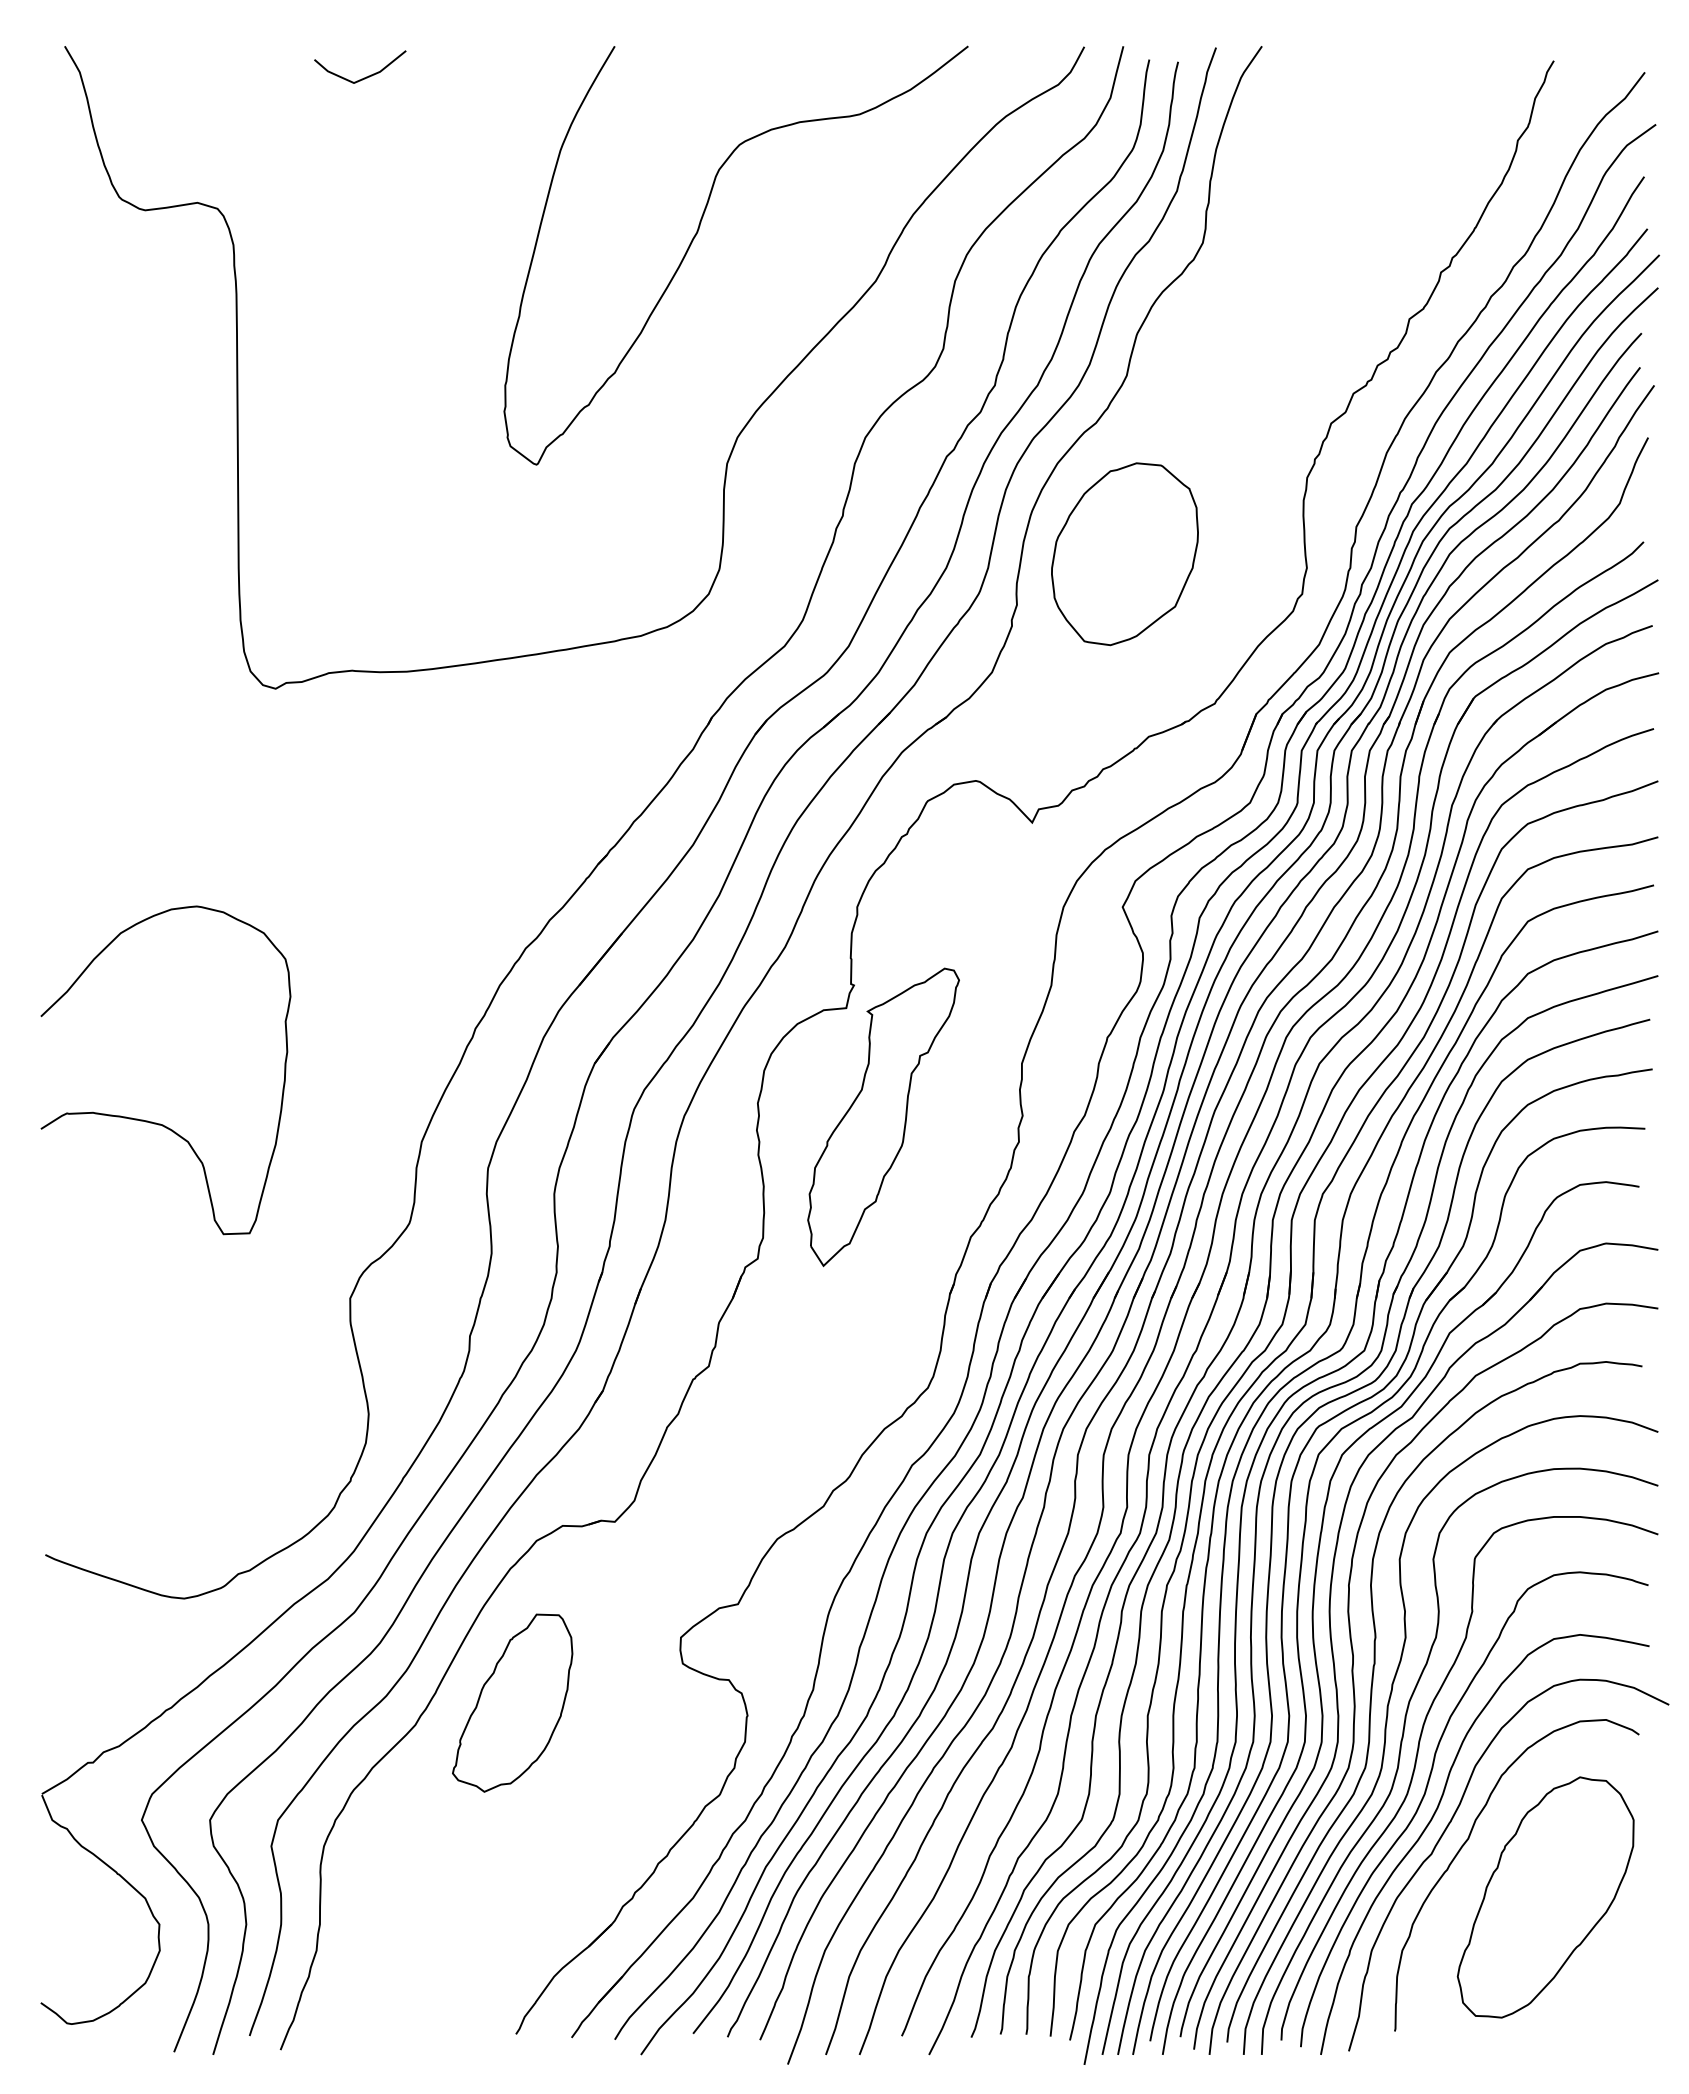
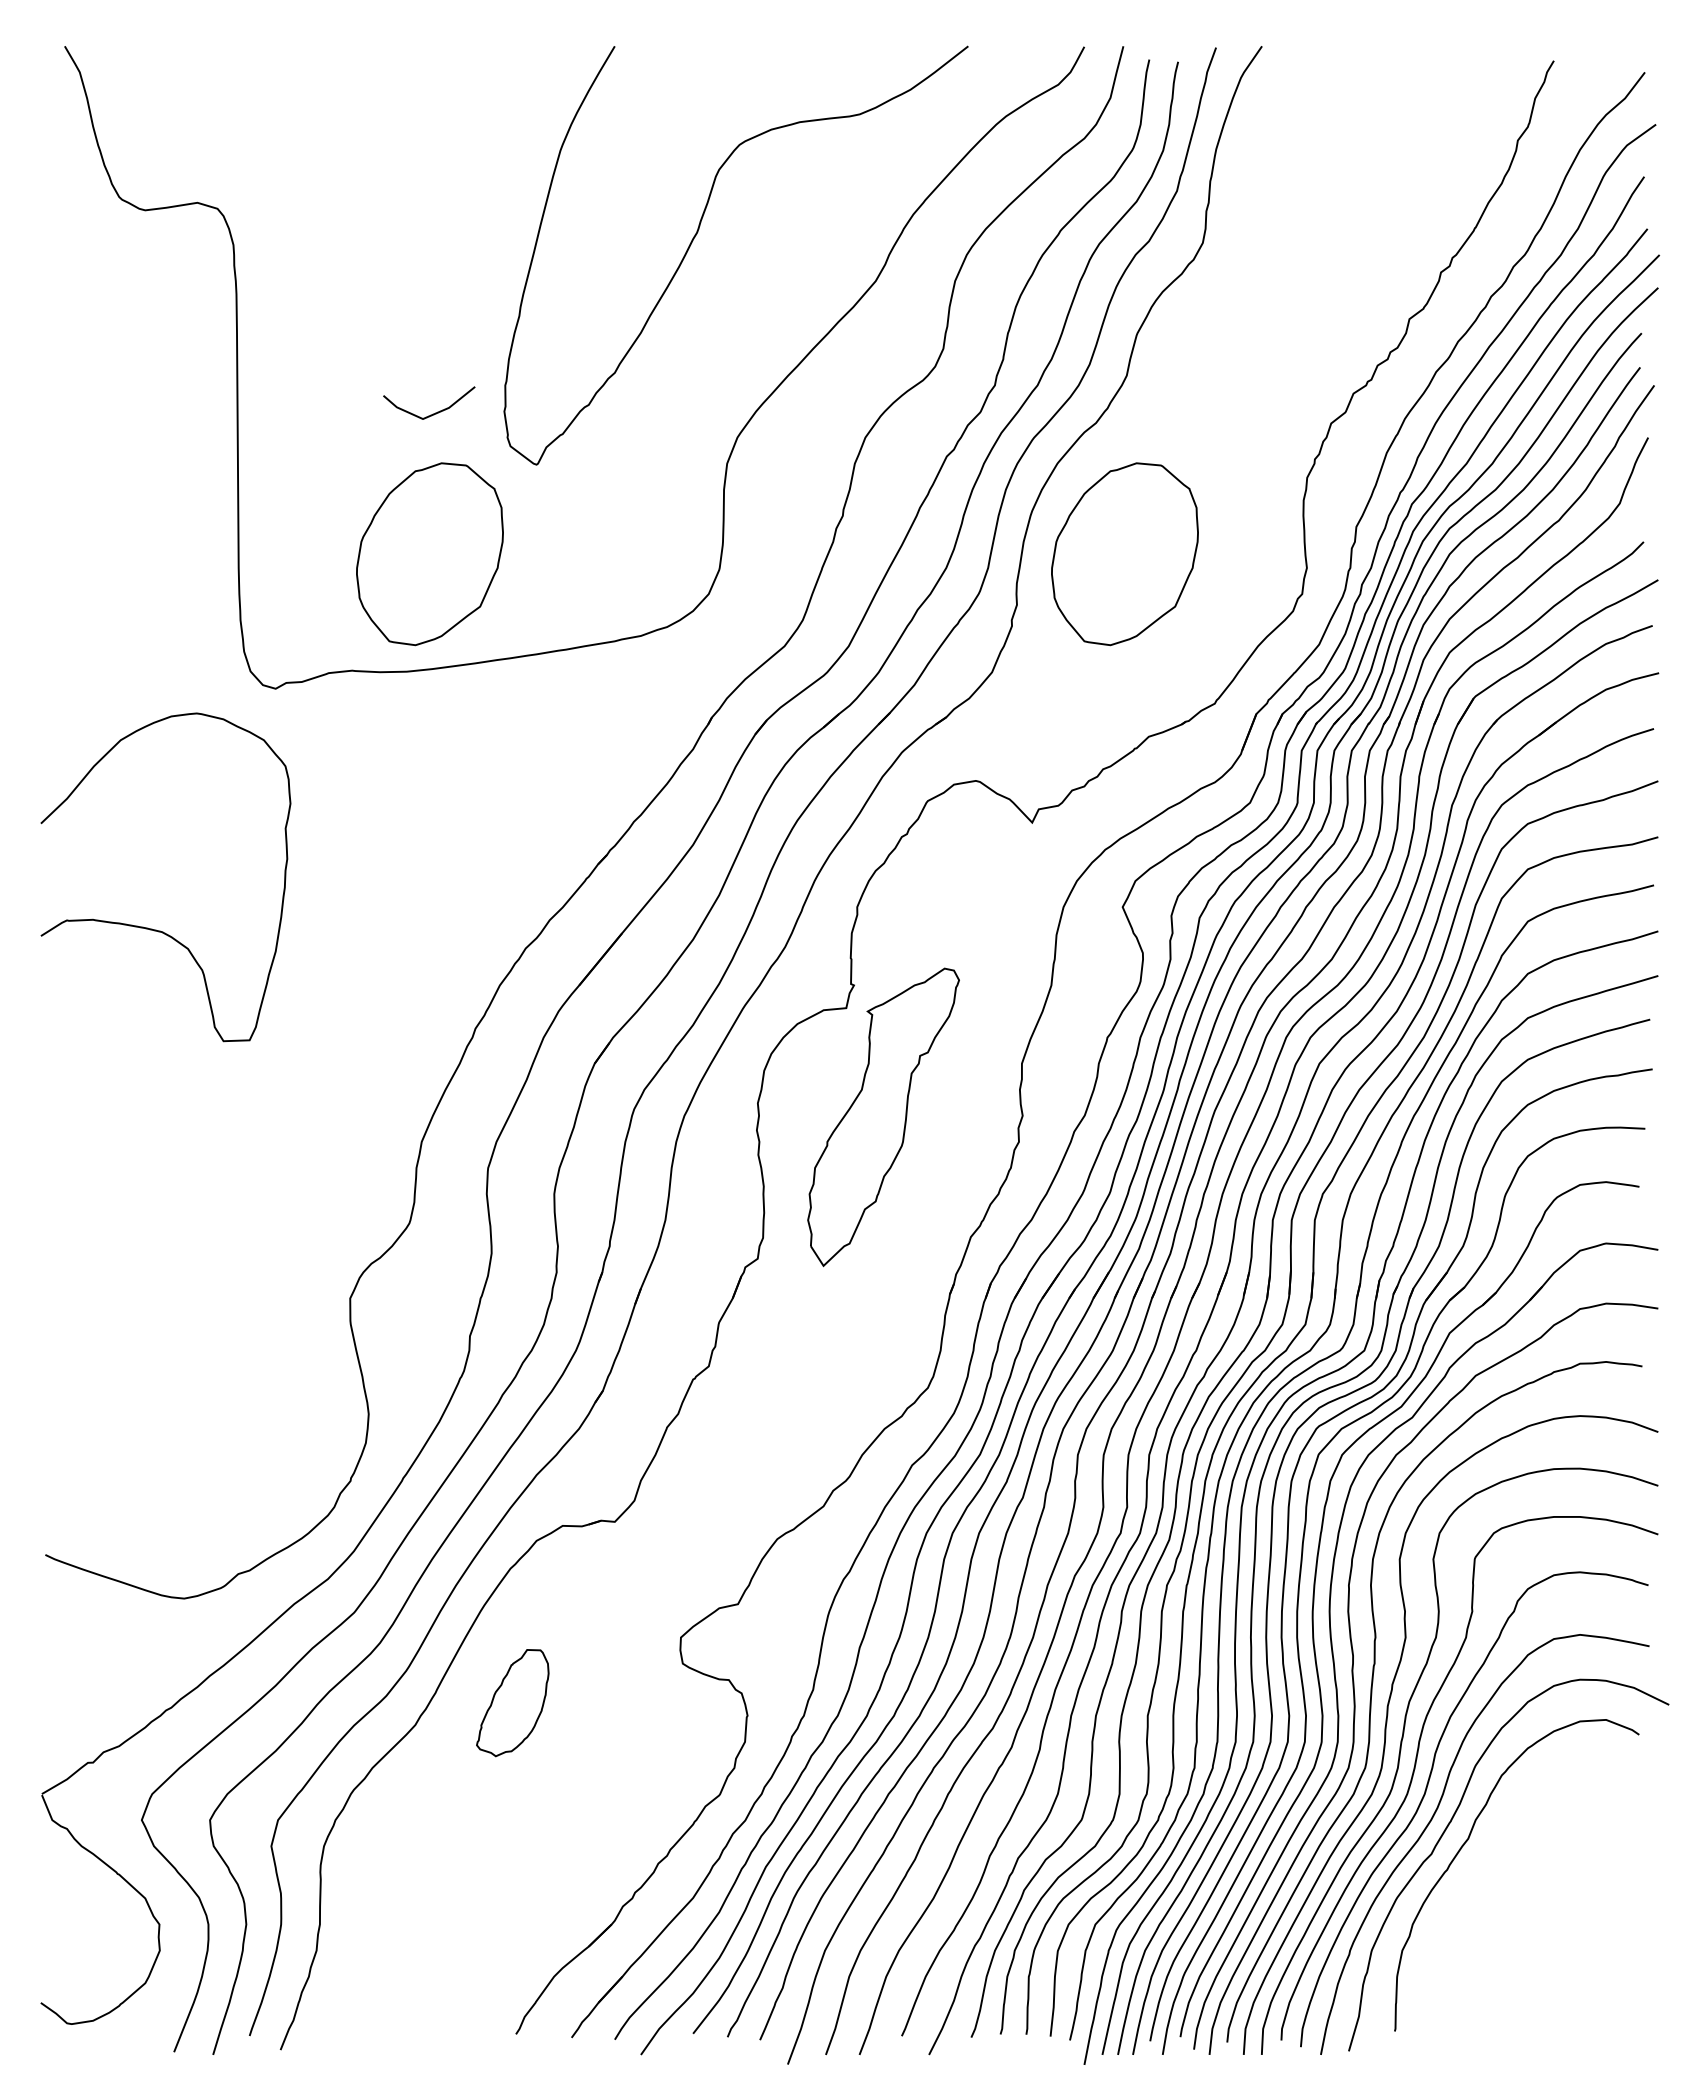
line at (366, 76) position: (366, 76) -> (435, 412)
part at (429, 554): none -> present
curve at (152, 1121) position: (152, 1121) -> (152, 928)
part at (512, 1702) size: 122x180 px -> 74x109 px
part at (1545, 1897): present -> none
